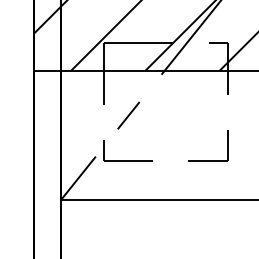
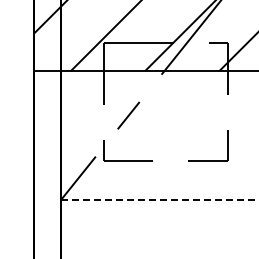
line at (159, 200): solid -> dashed
